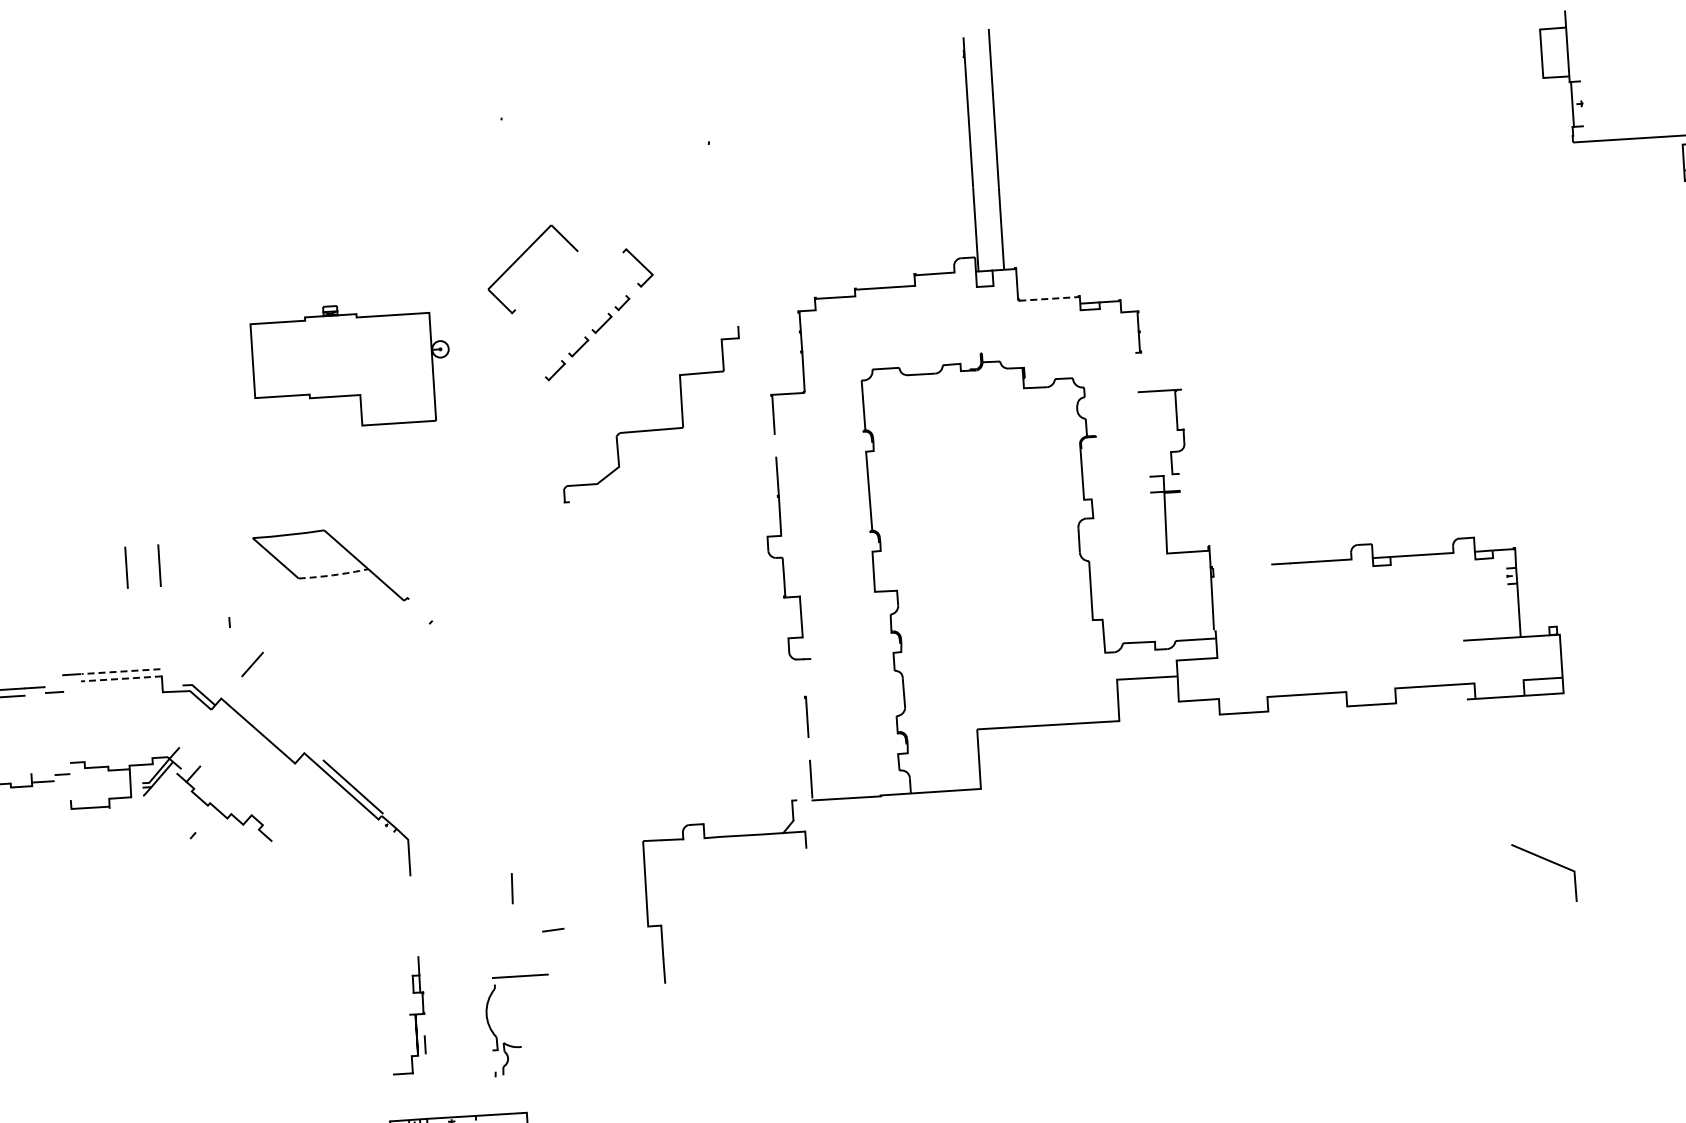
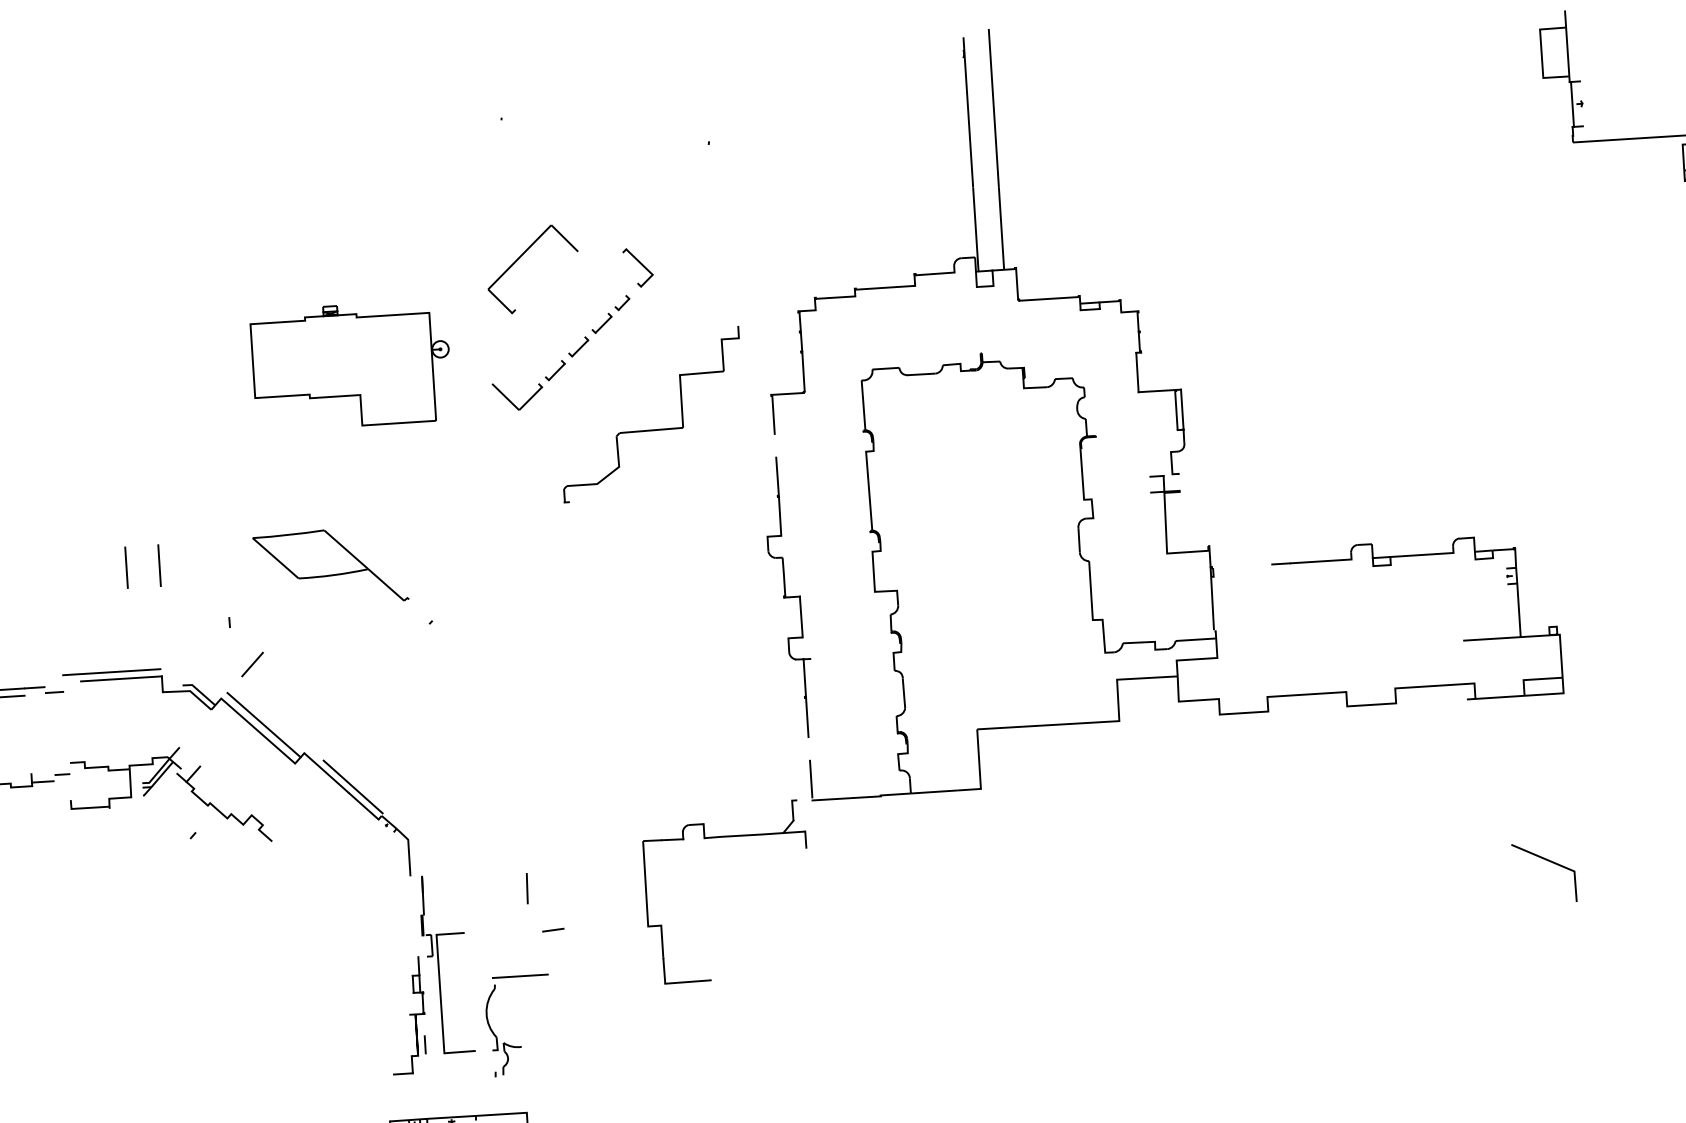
line at (1049, 298): dashed -> solid
line at (1137, 372): none -> present
part at (511, 401): none -> present
line at (1182, 409): none -> present
arc at (333, 575): dashed -> solid
line at (120, 671): dashed -> solid
line at (804, 677): none -> present
line at (120, 678): dashed -> solid
line at (263, 725): none -> present
line at (511, 888) position: (511, 888) -> (526, 888)
part at (439, 964): none -> present
line at (687, 981): none -> present
